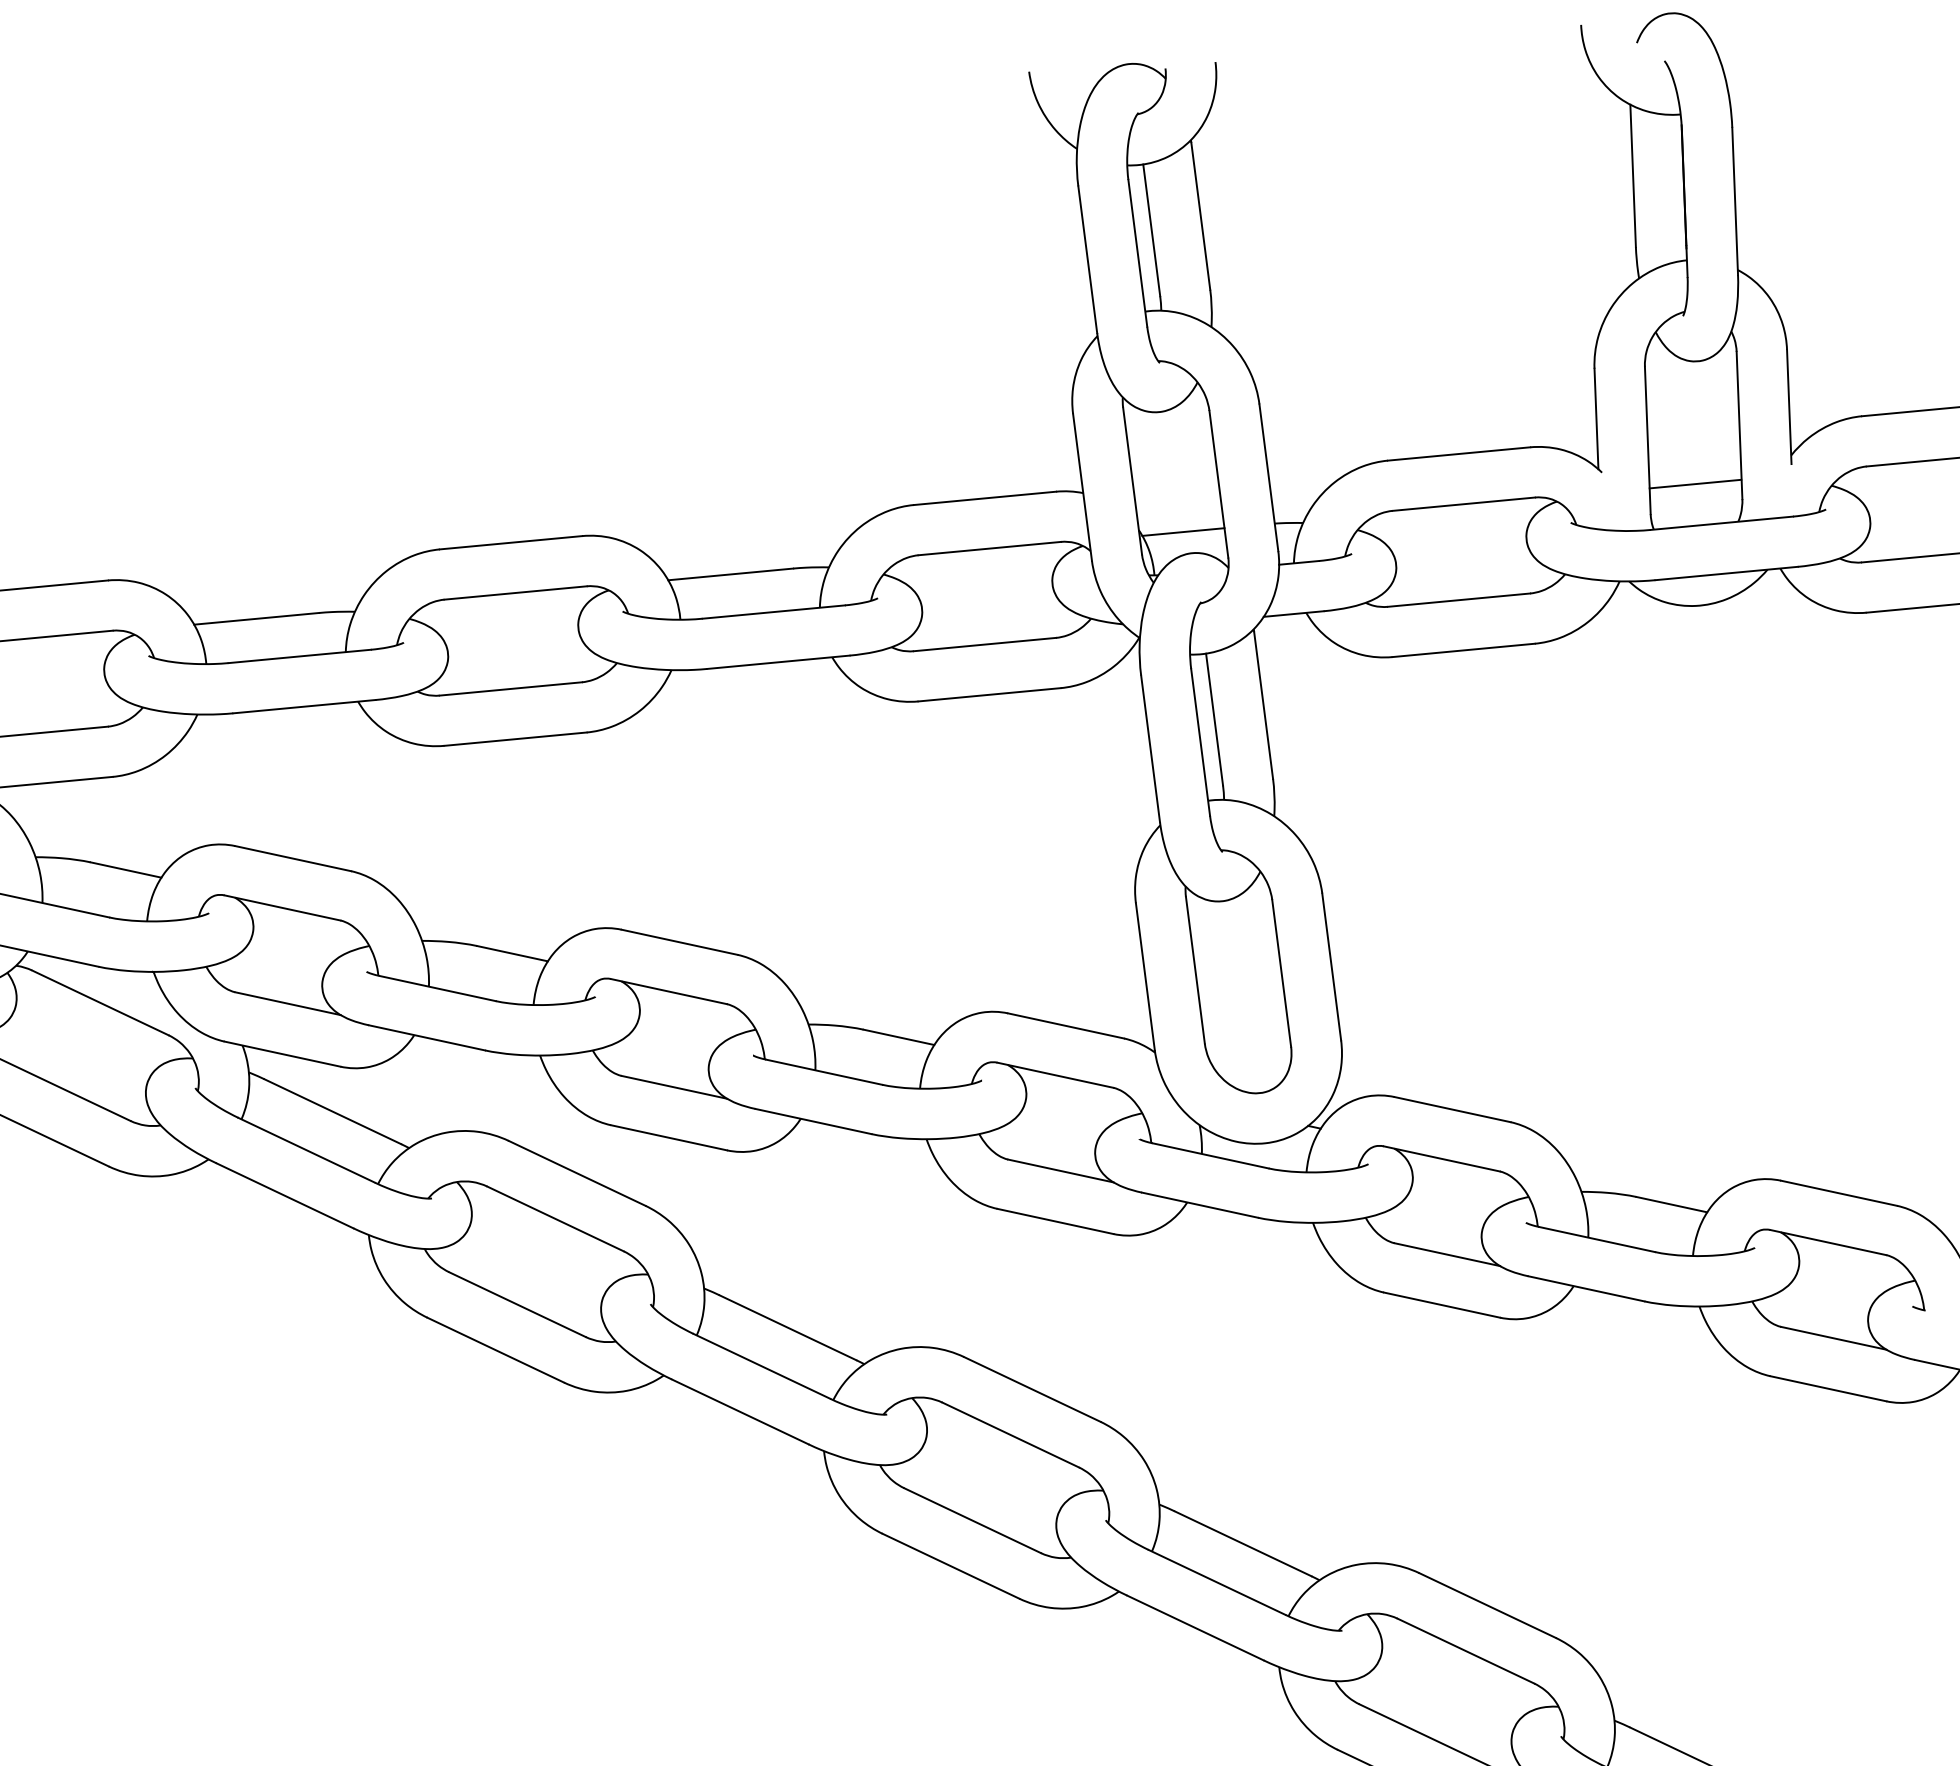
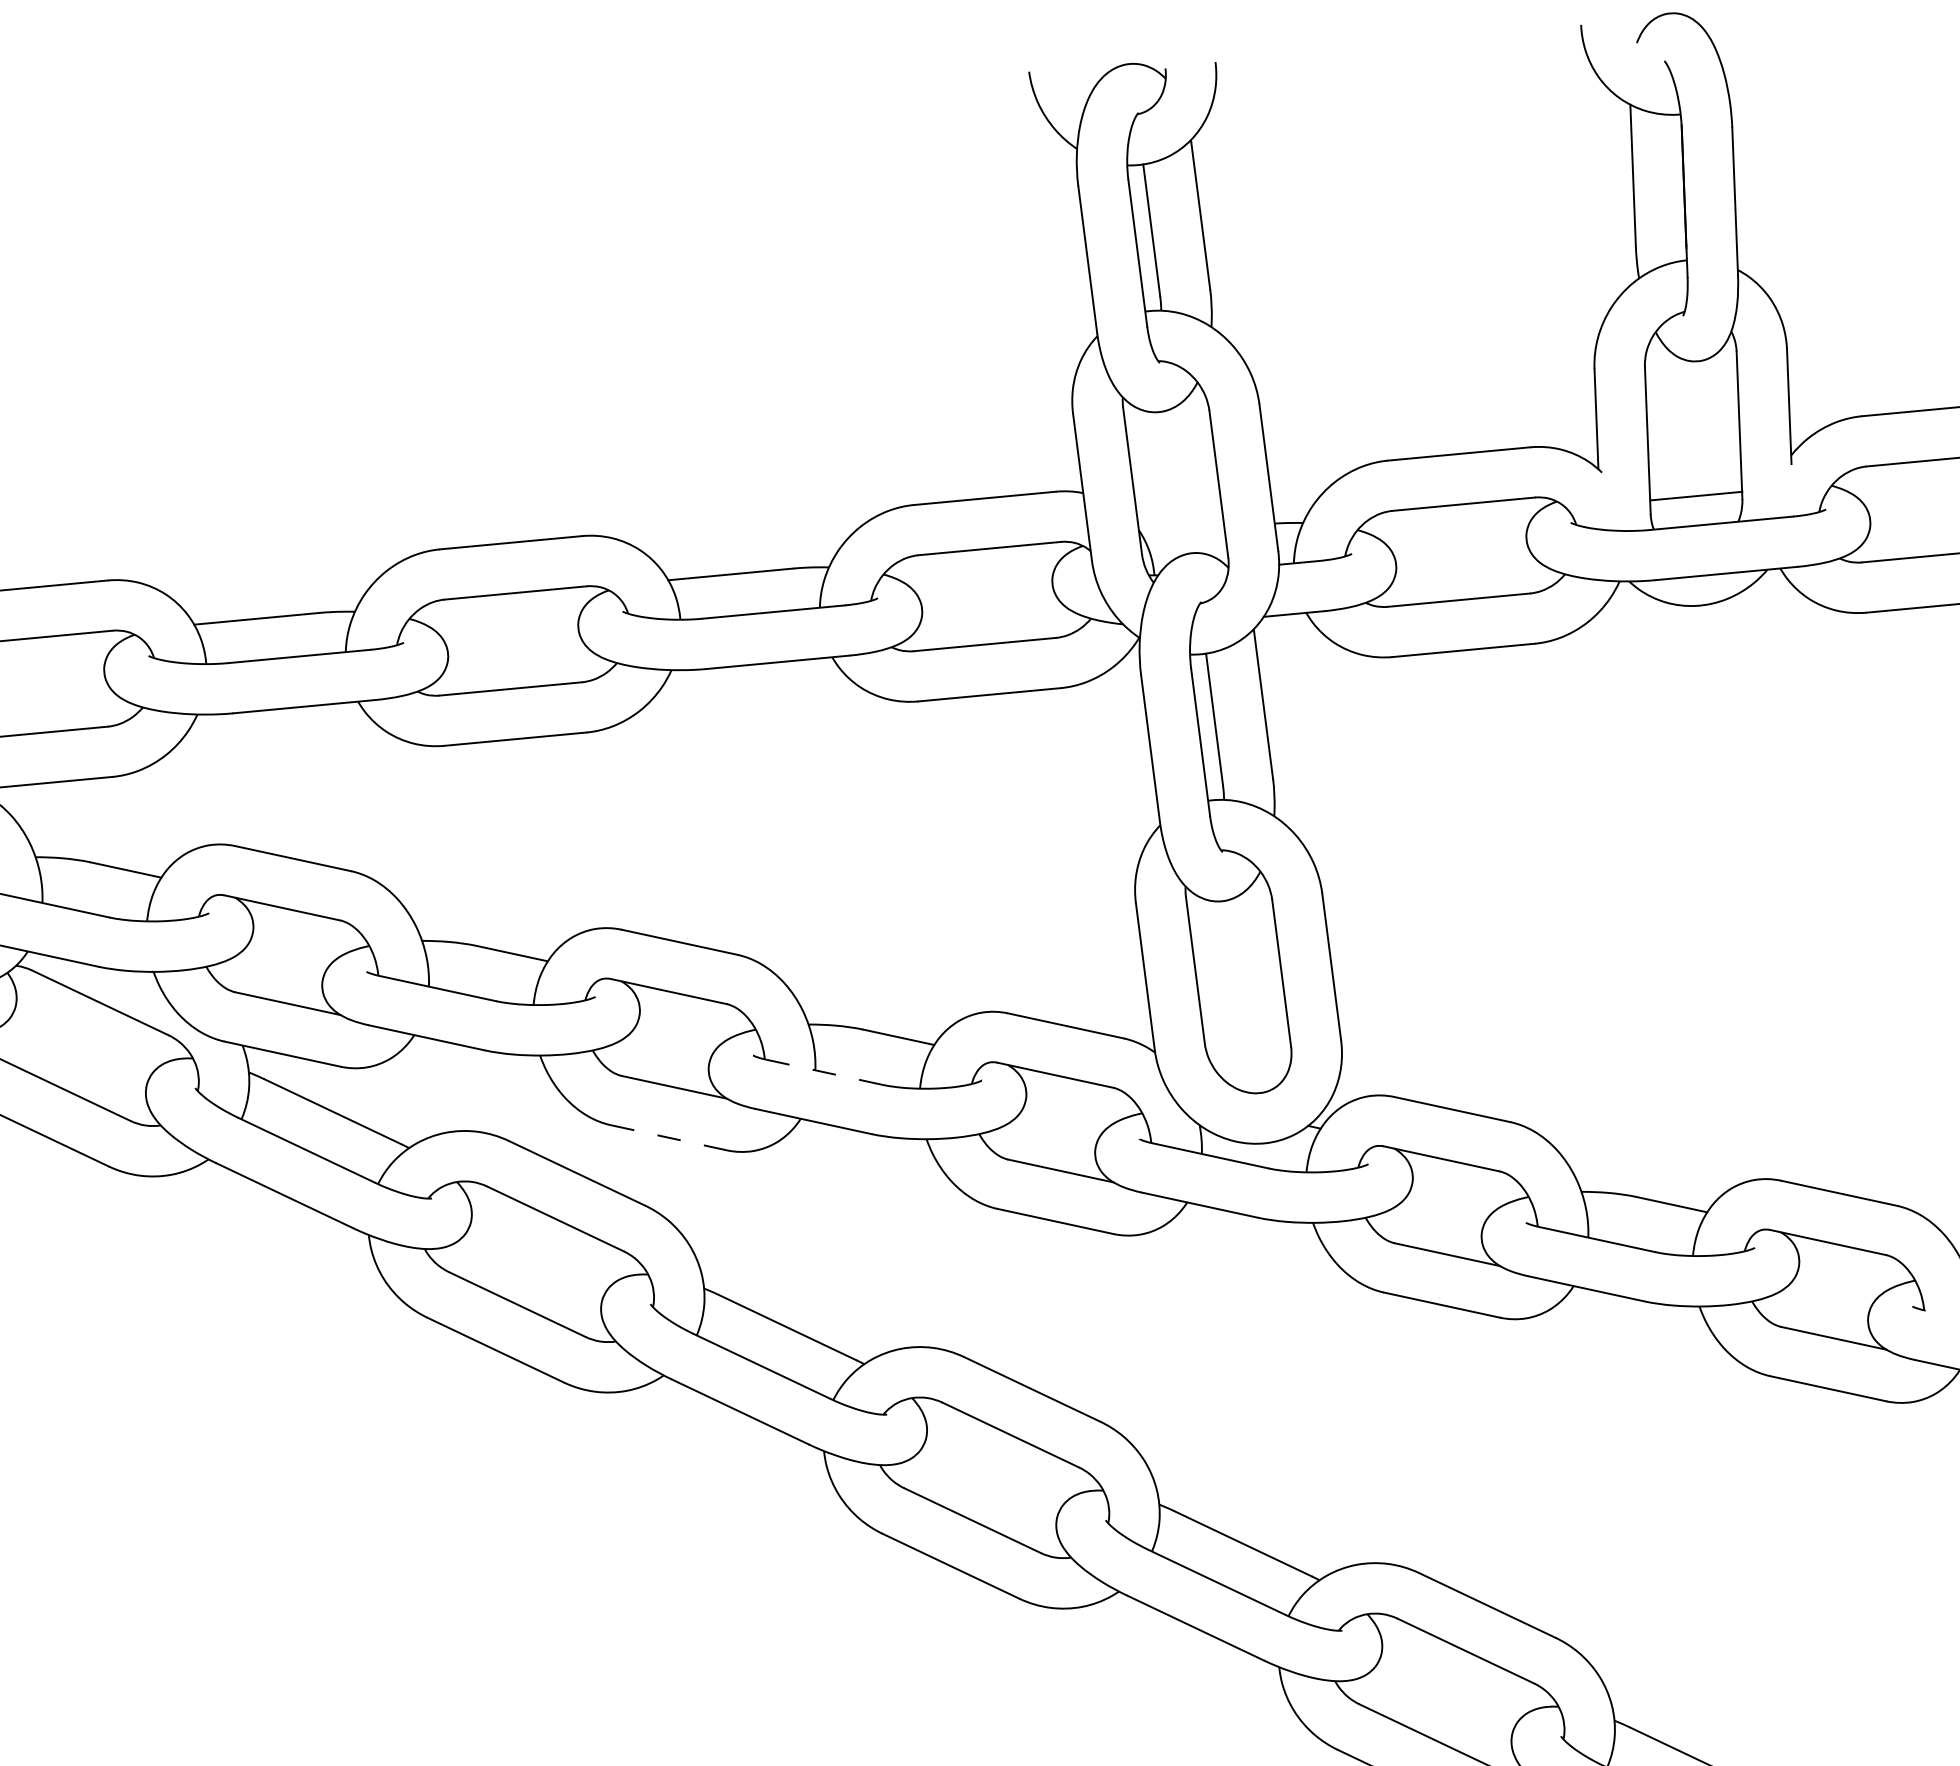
line at (1695, 483) position: (1695, 483) -> (1696, 495)
line at (1183, 531): present -> none
line at (824, 1072): solid -> dashed
line at (669, 1137): solid -> dashed
